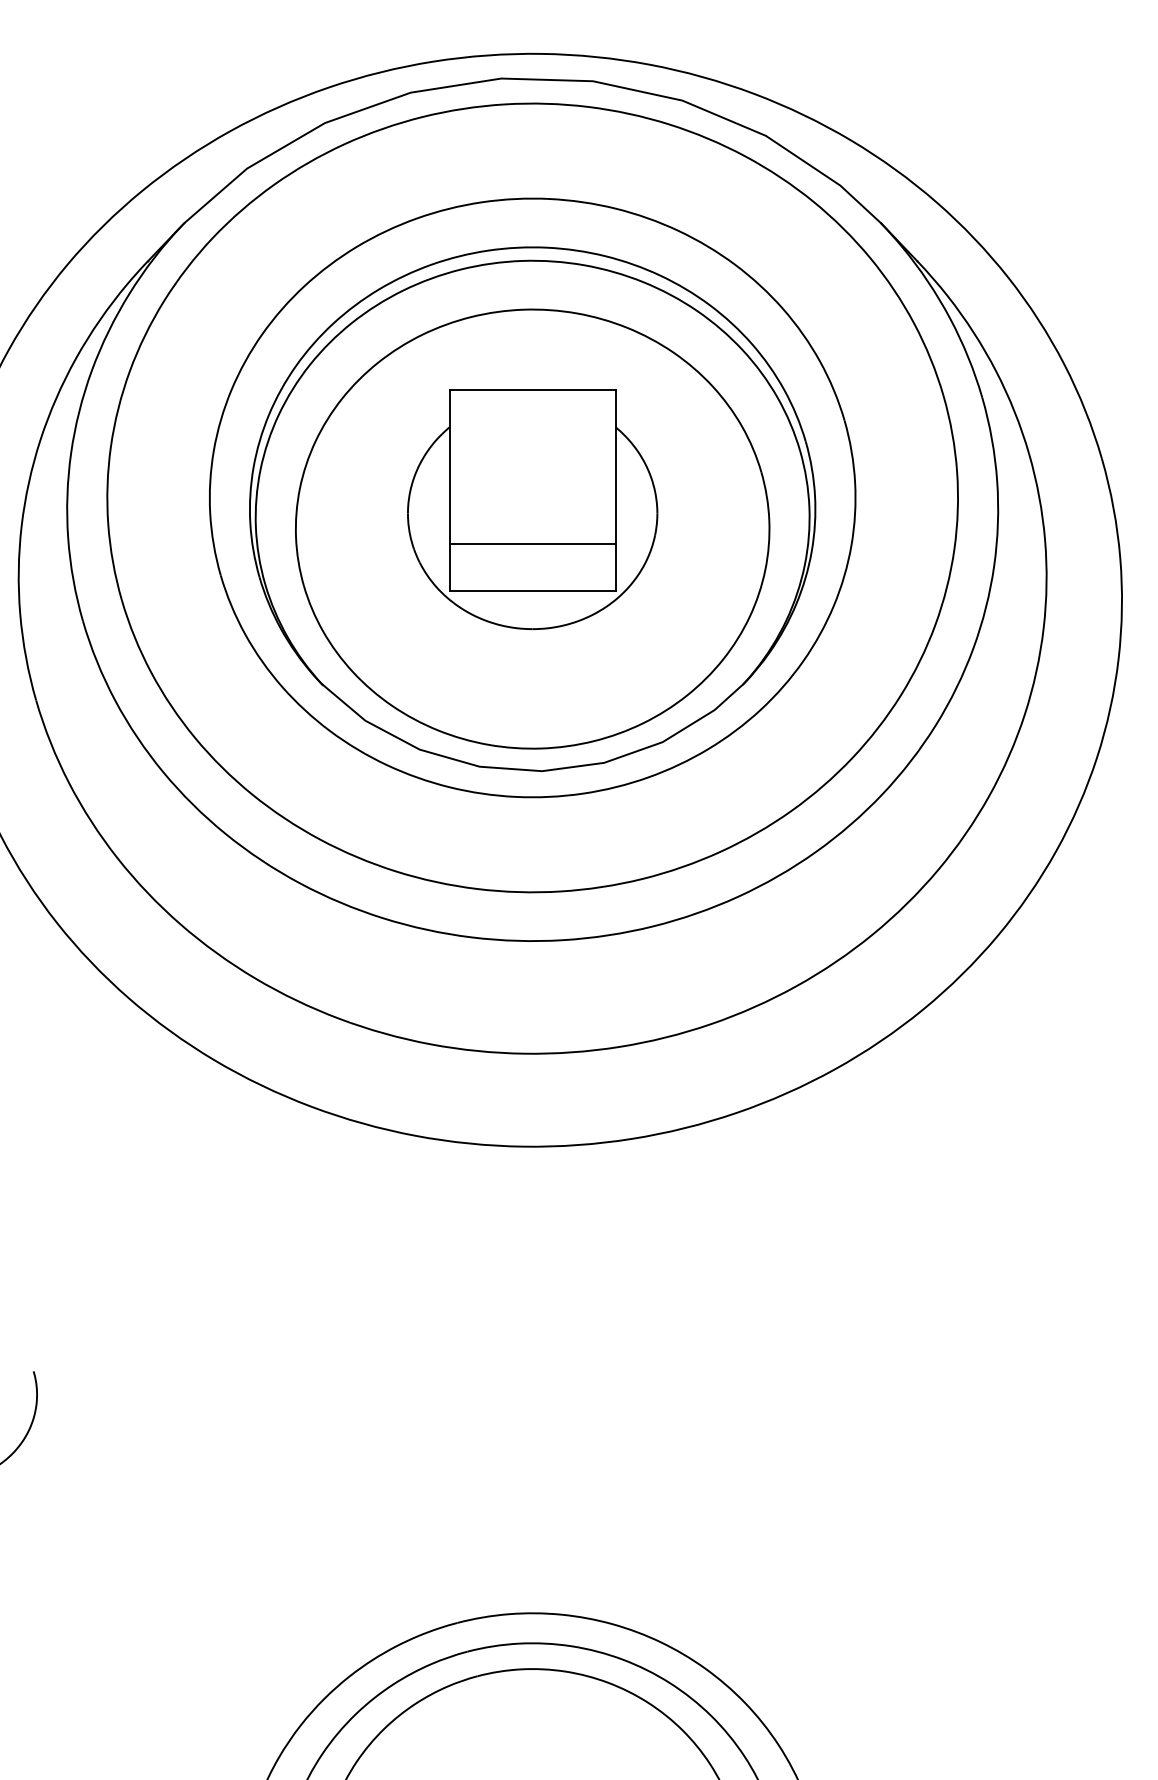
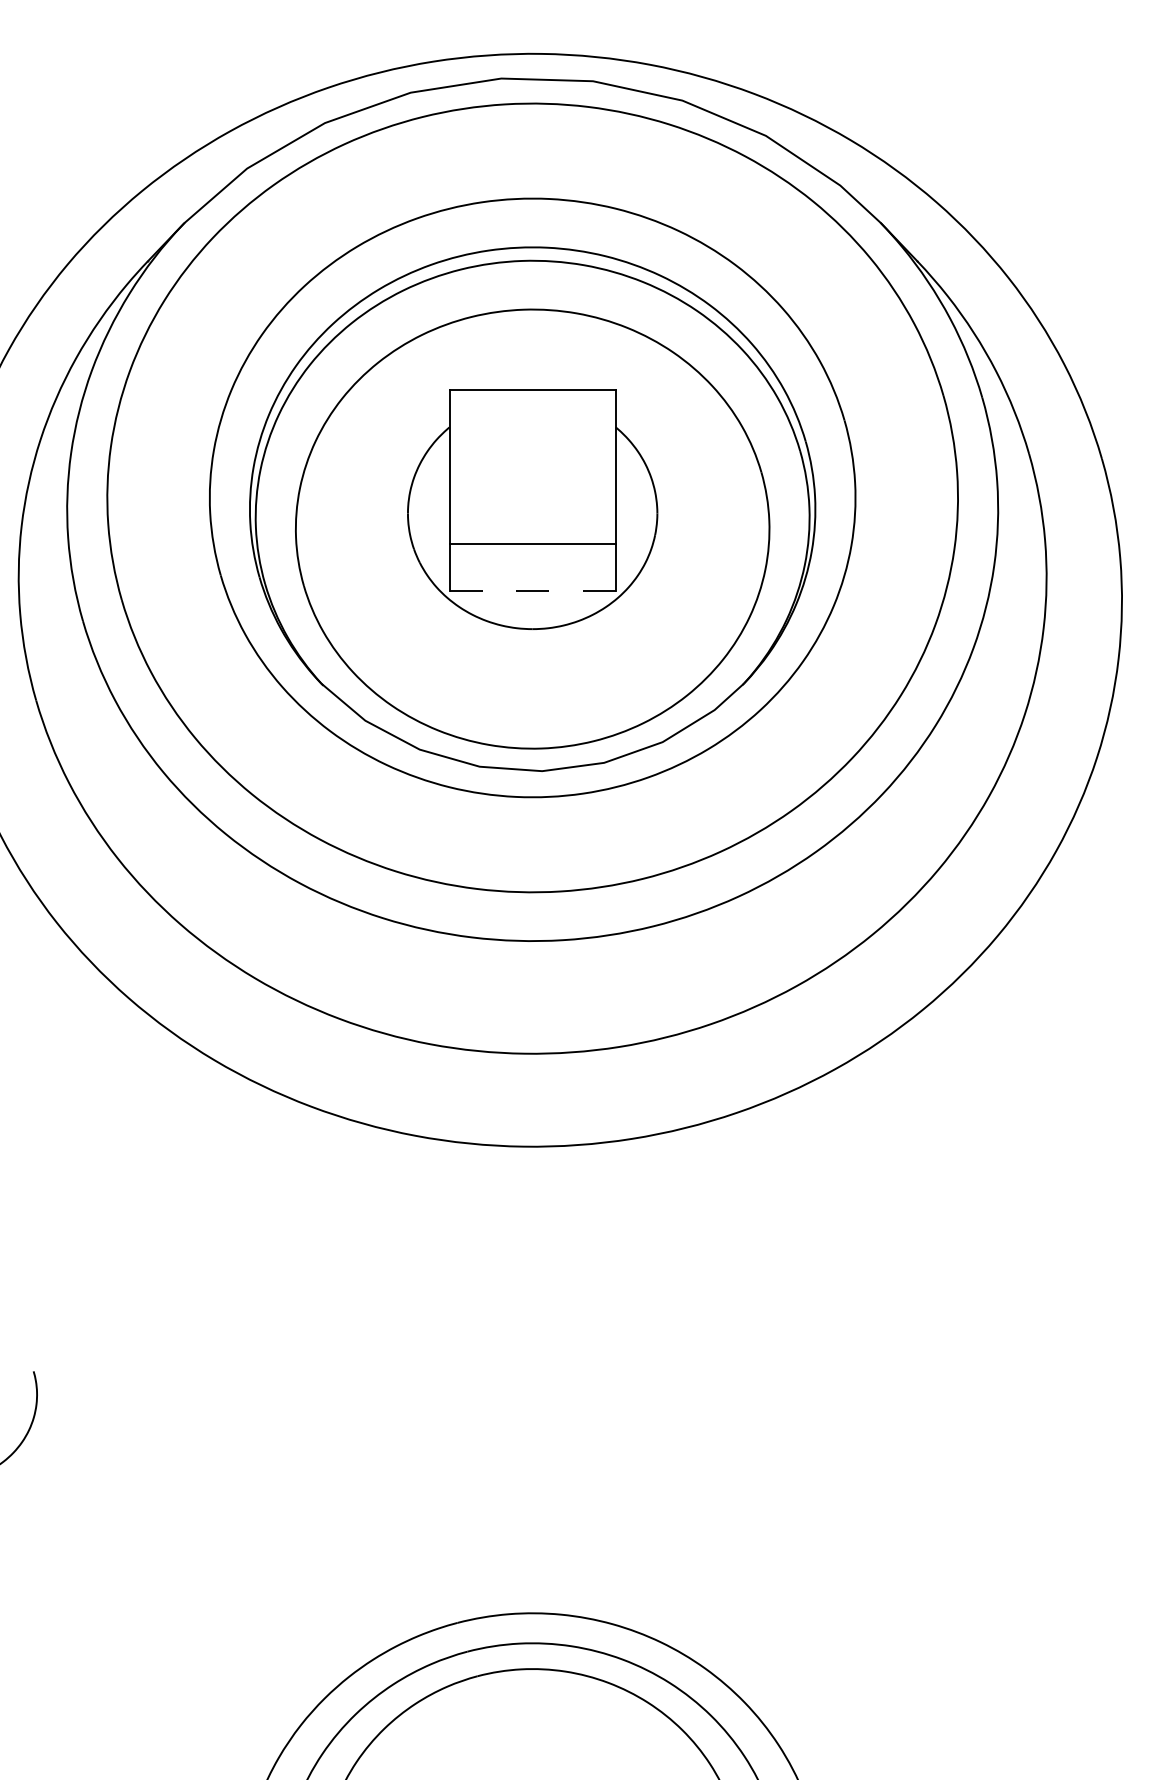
line at (533, 590): solid -> dashed
